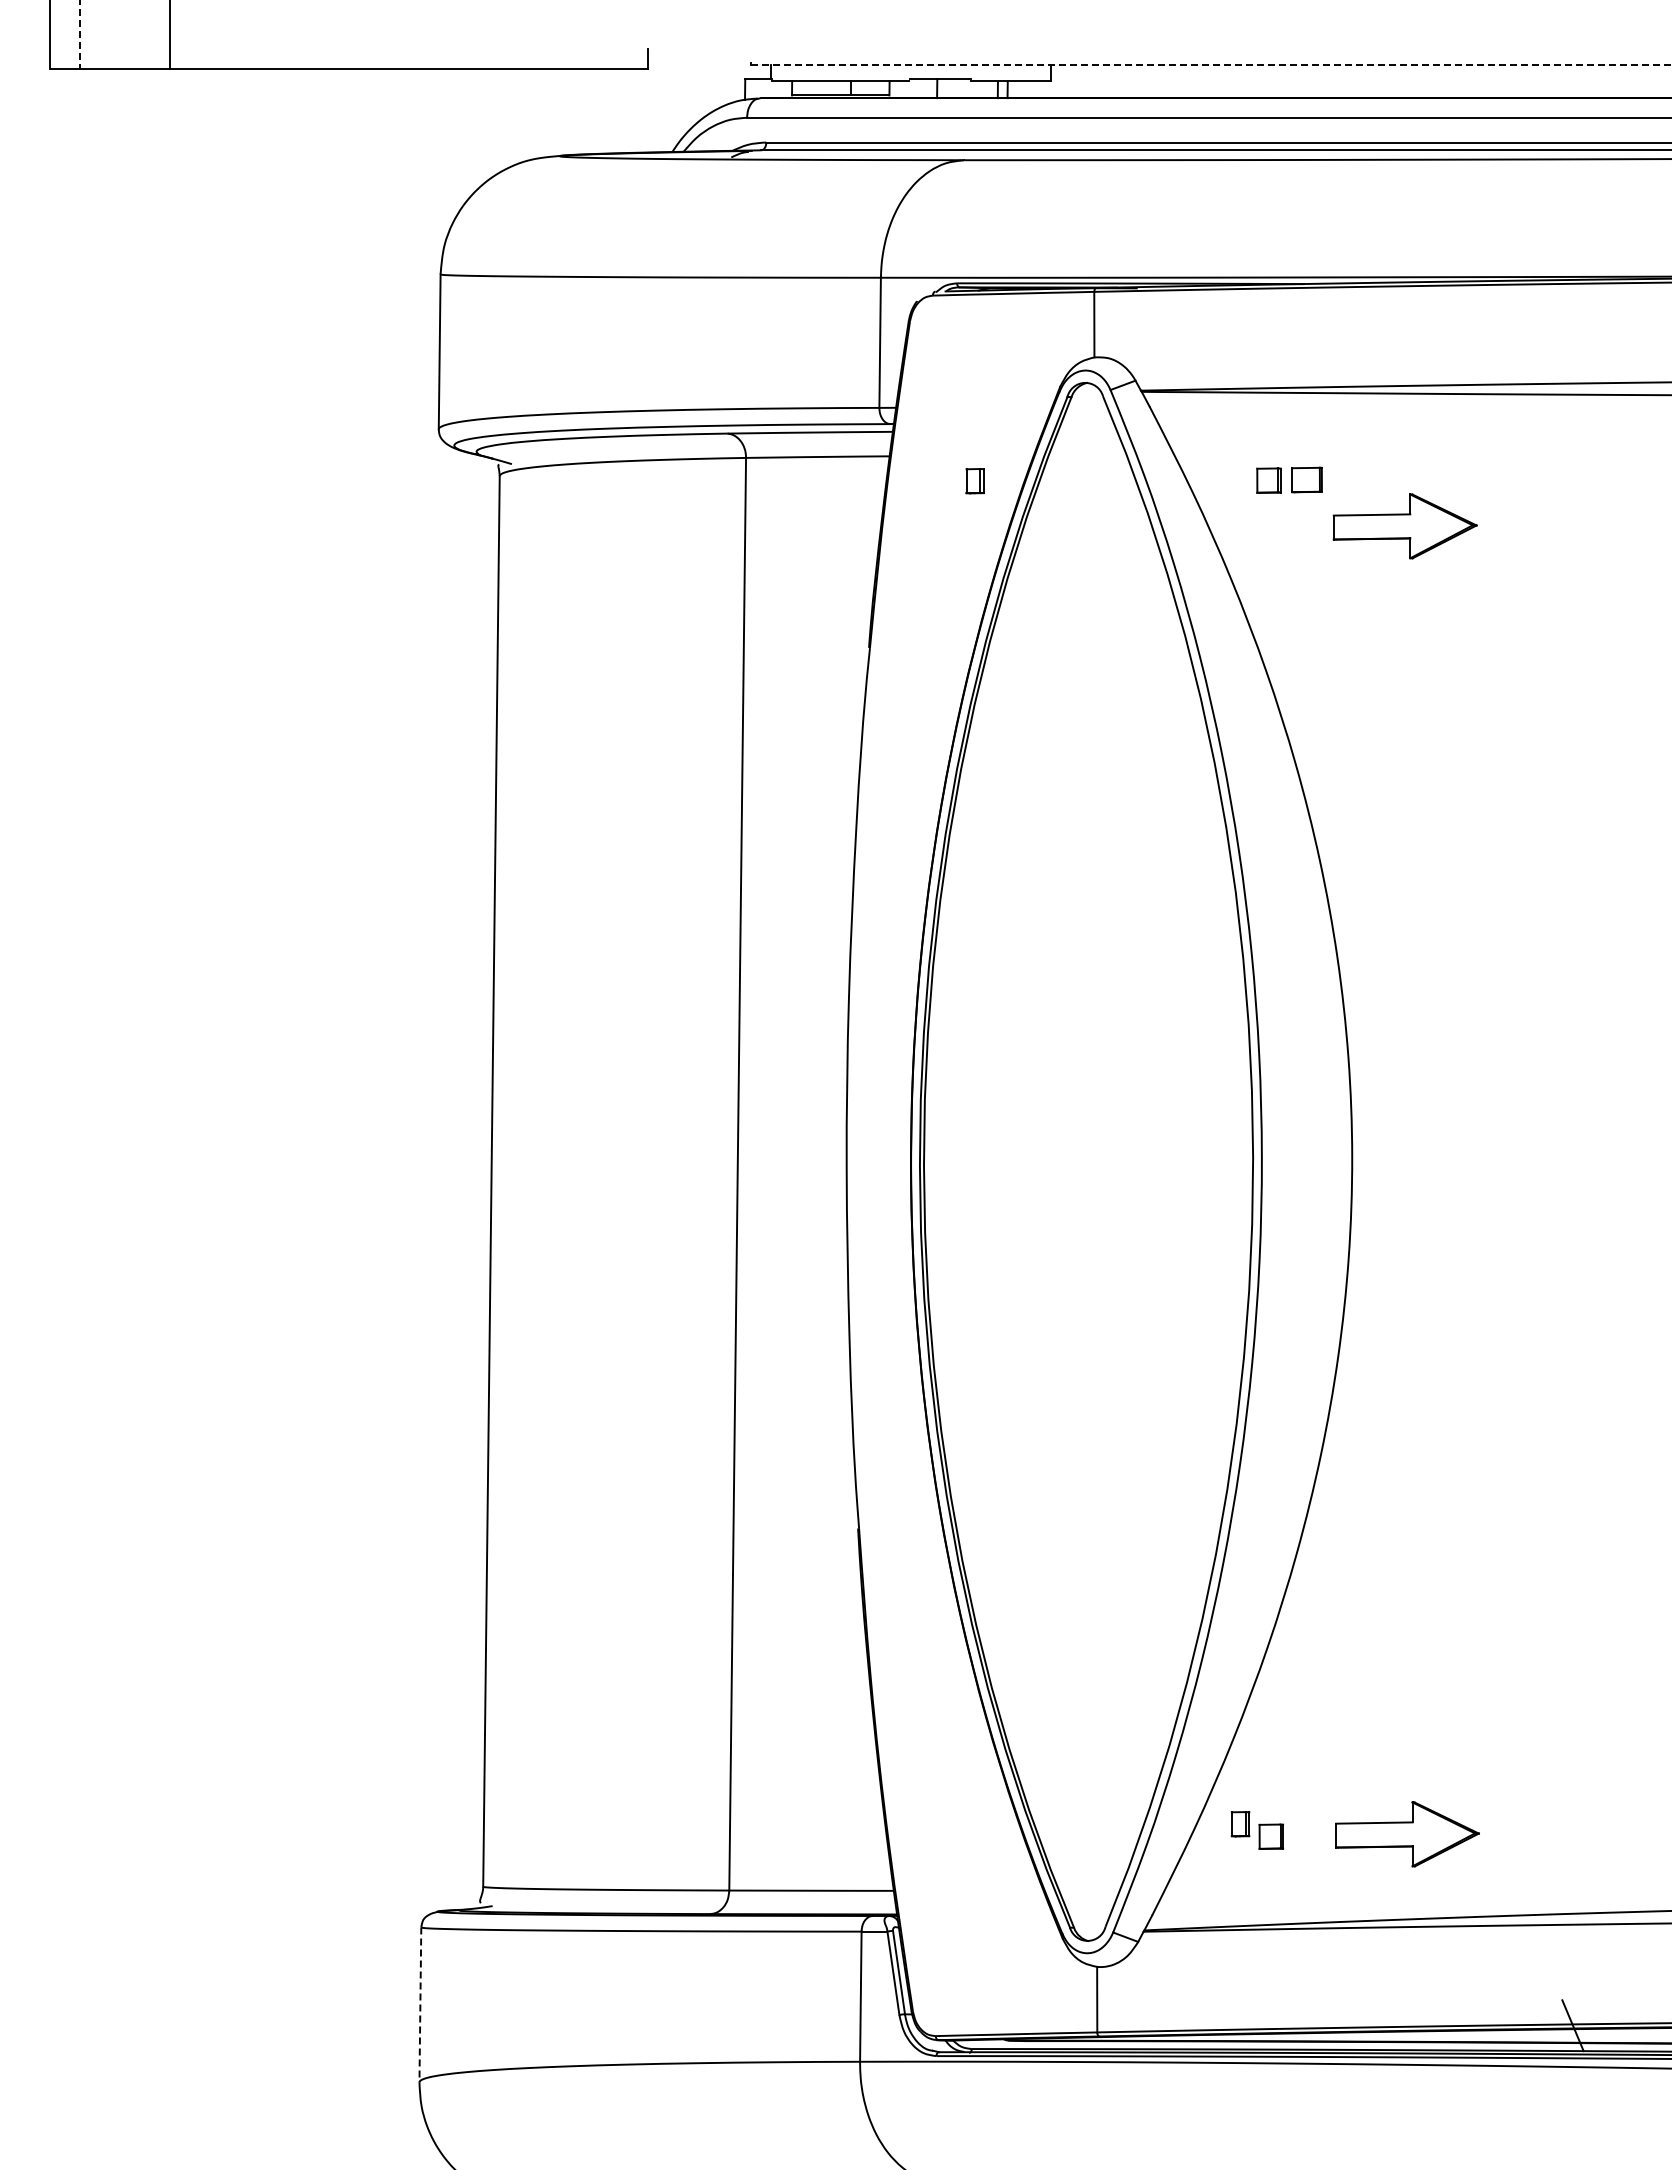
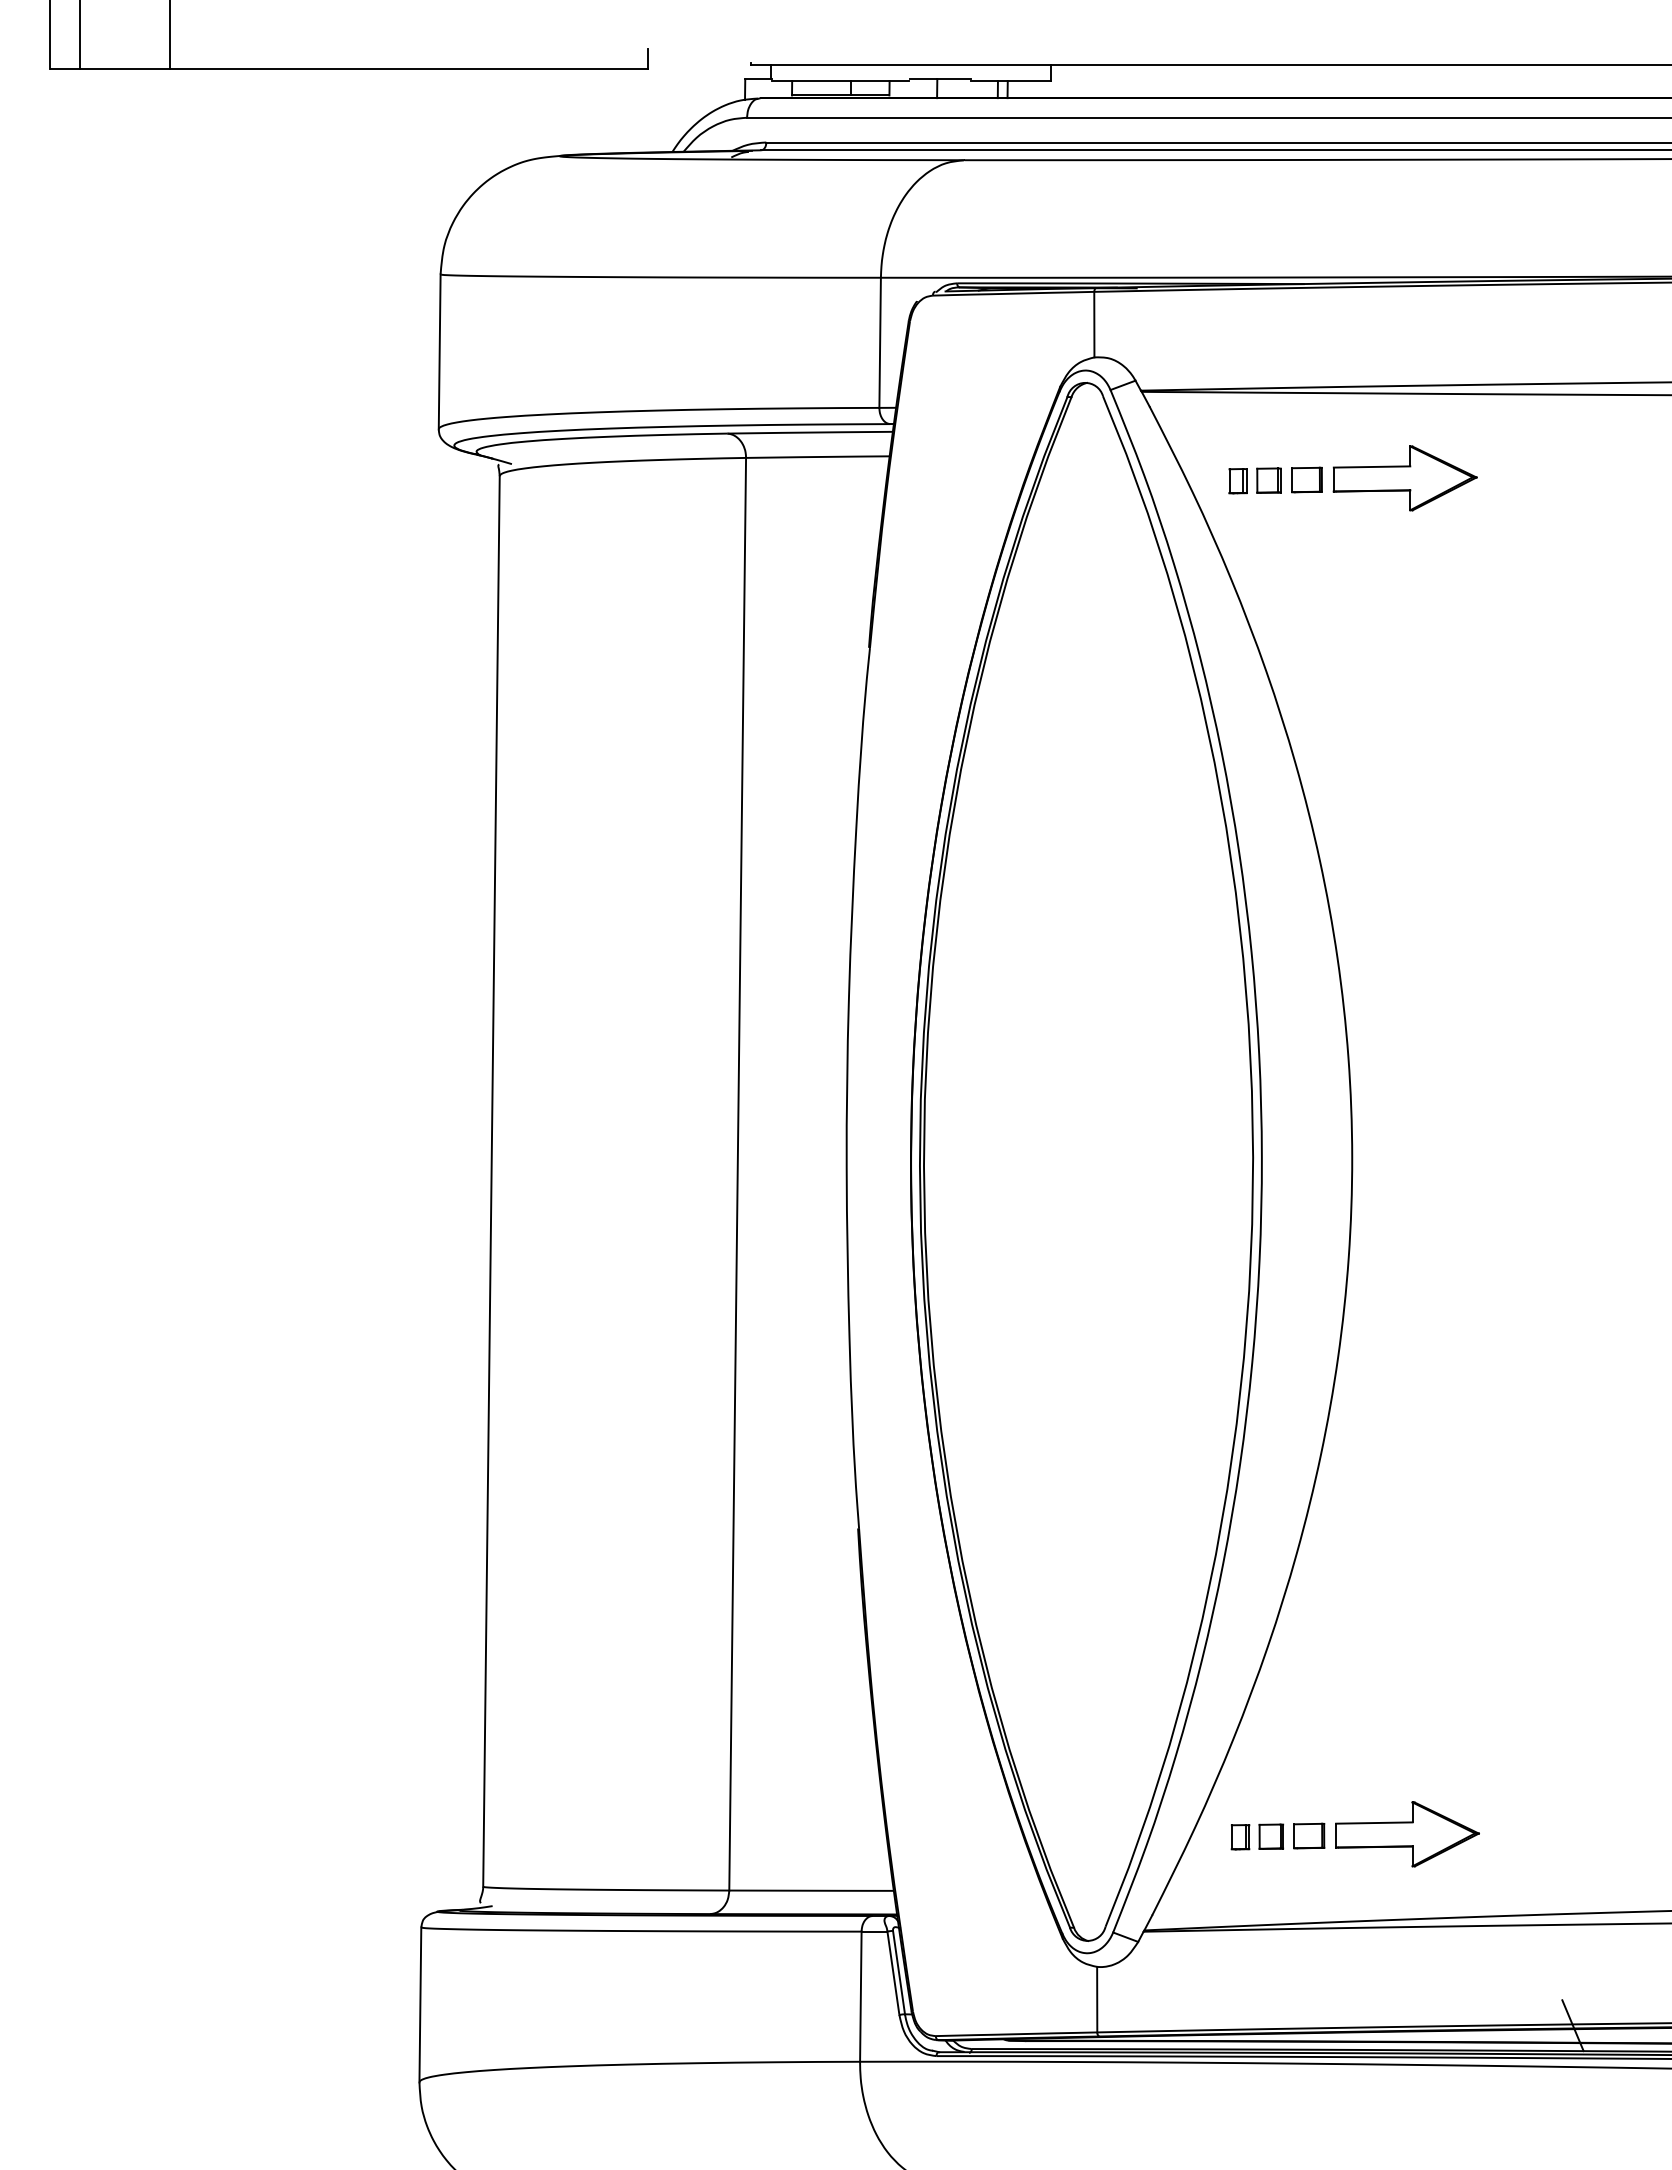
line at (79, 35): dashed -> solid
line at (1211, 65): dashed -> solid
part at (974, 481) position: (974, 481) -> (1237, 481)
part at (1404, 526) position: (1404, 526) -> (1404, 478)
part at (1240, 1824) position: (1240, 1824) -> (1240, 1837)
part at (1309, 1835): none -> present
line at (420, 2005): dashed -> solid
